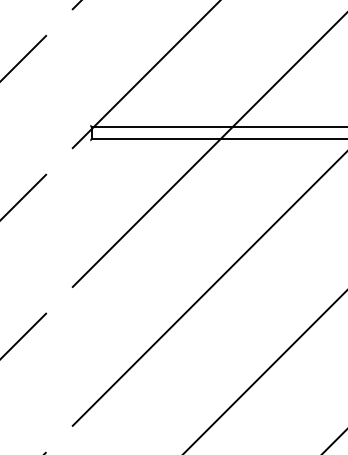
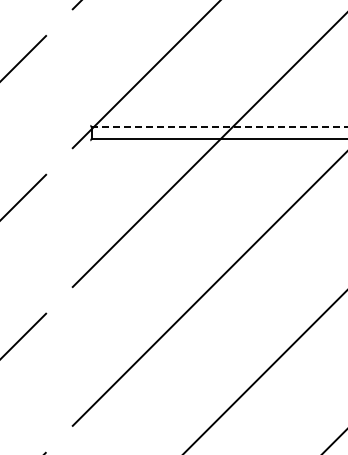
line at (219, 127): solid -> dashed
